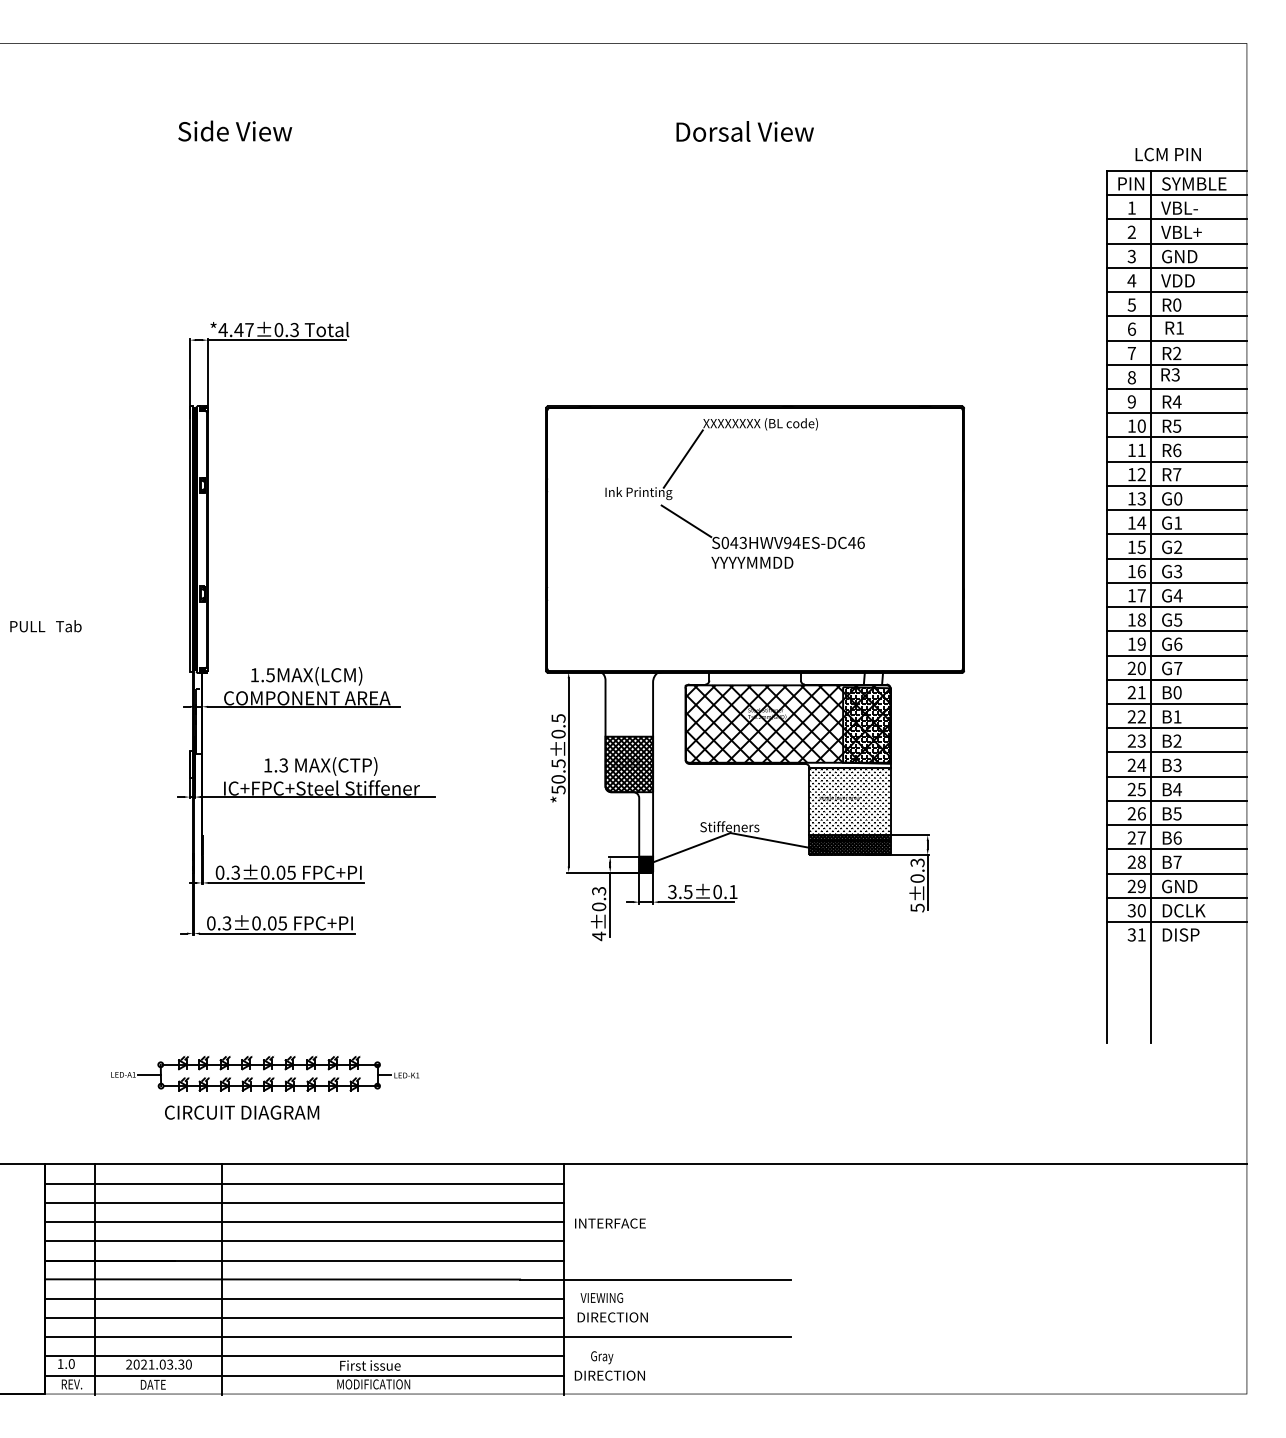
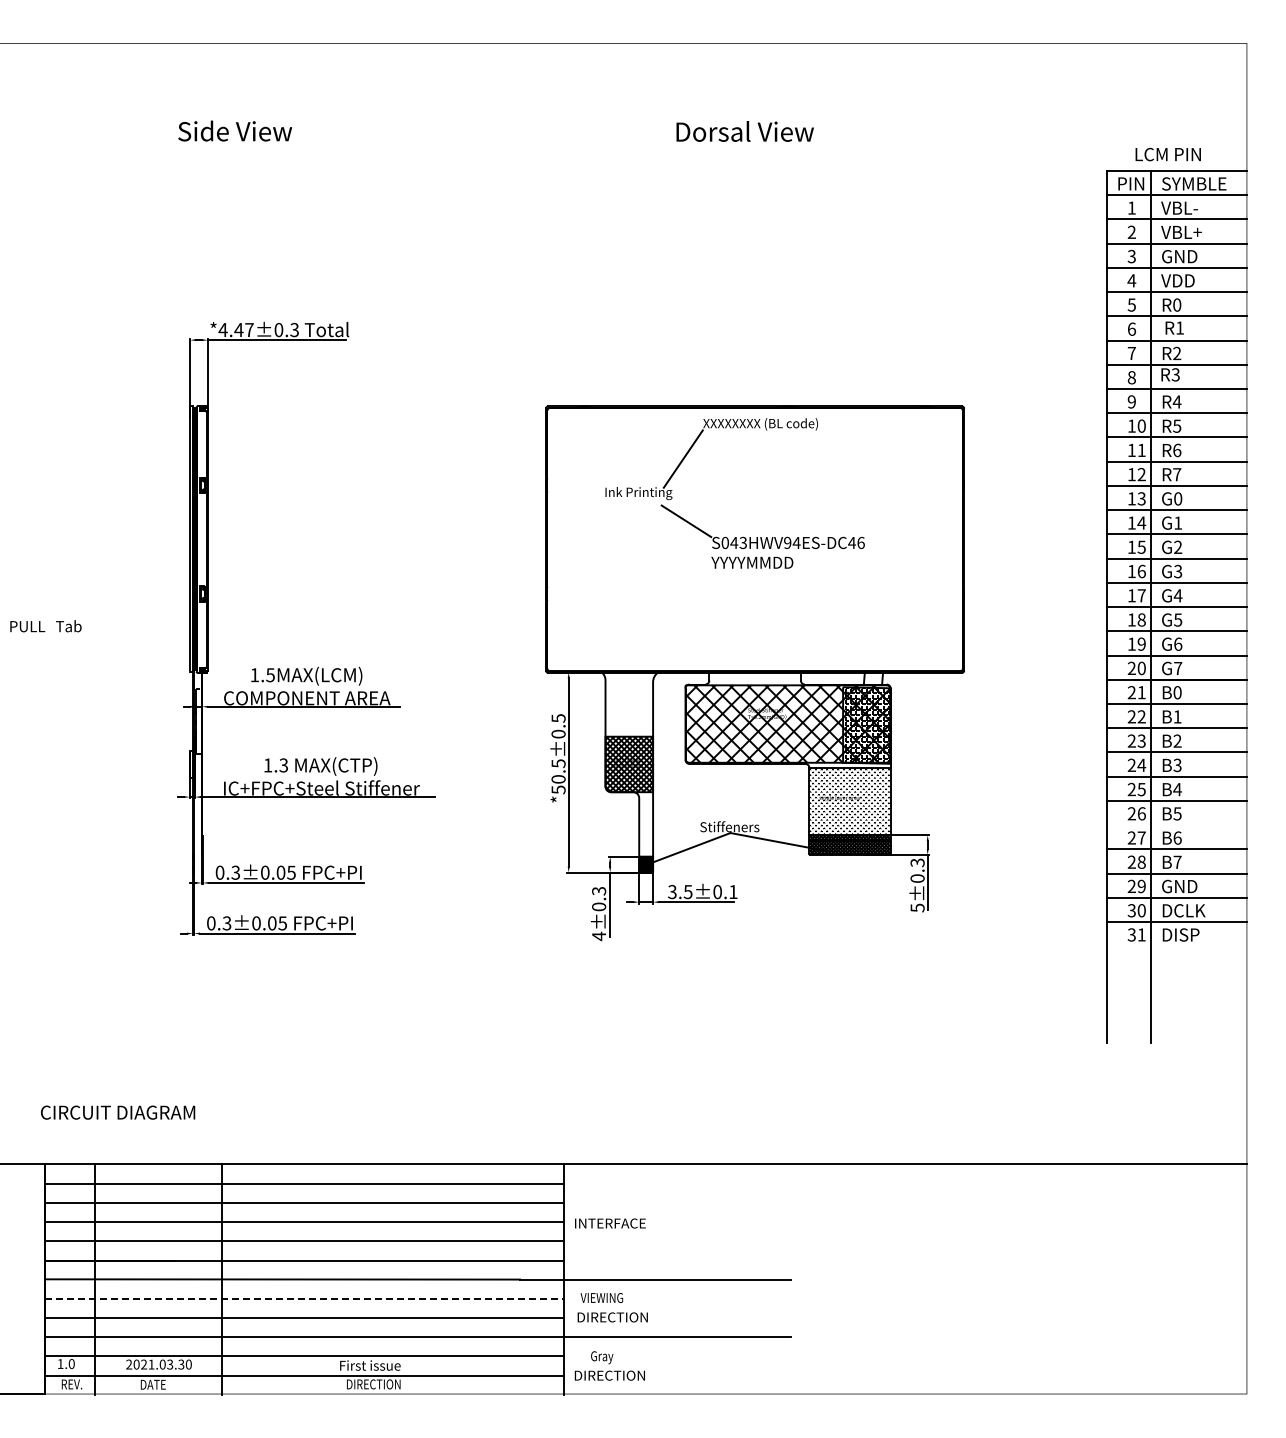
line at (1176, 825): present -> none
part at (265, 1073): present -> none
text at (242, 1112) position: (242, 1112) -> (118, 1112)
line at (304, 1299): solid -> dashed
text at (373, 1384): MODIFICATION -> DIRECTION
